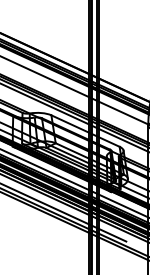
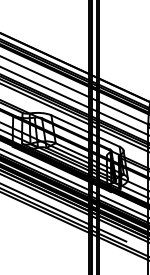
line at (74, 100): none -> present
